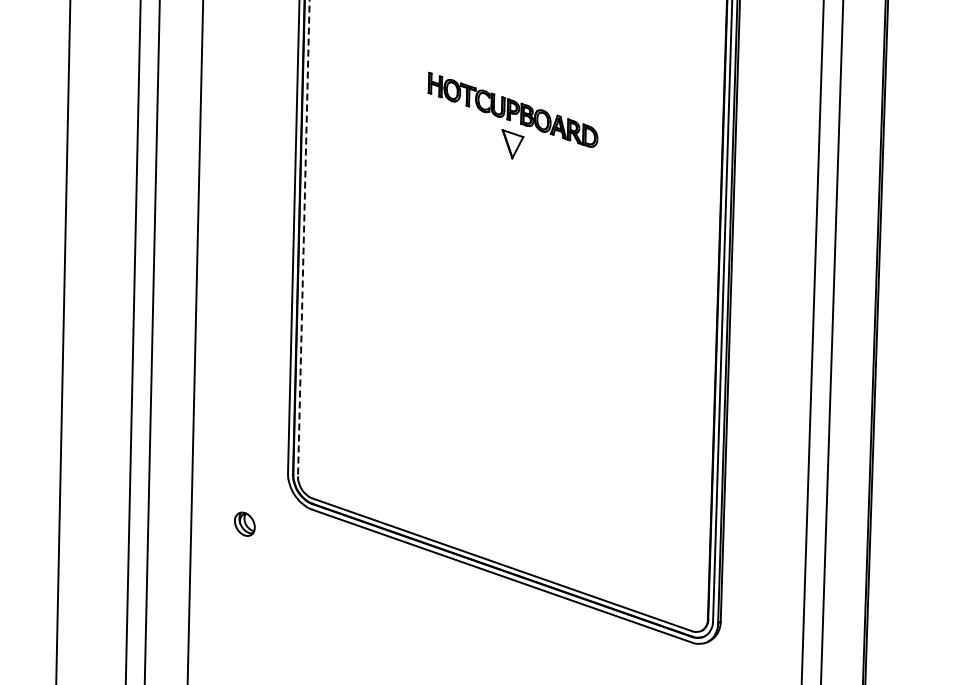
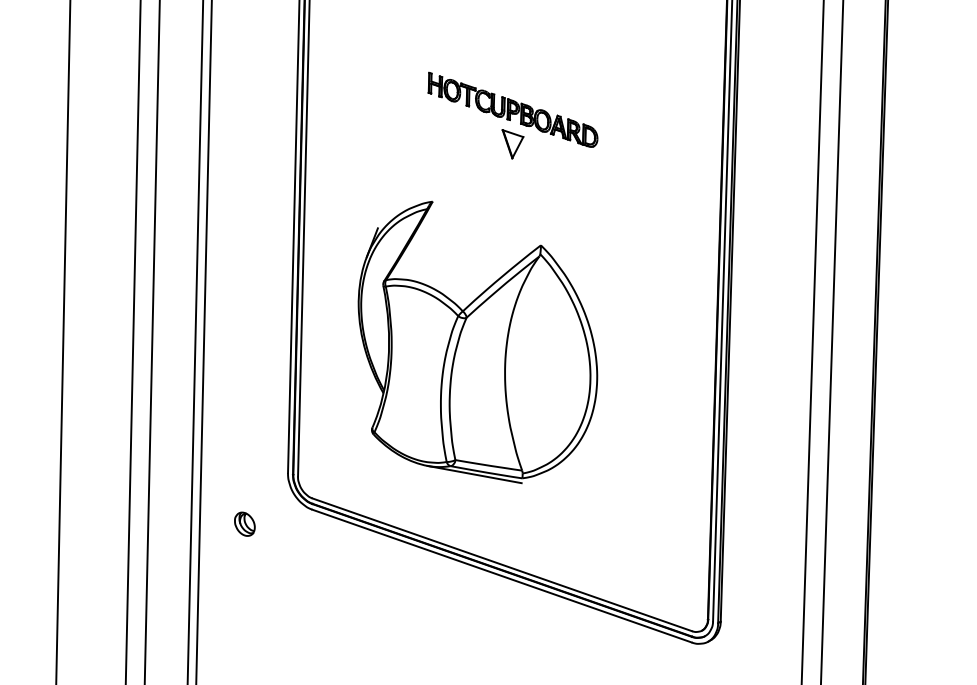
line at (303, 238): dashed -> solid
line at (203, 341): none -> present
part at (477, 342): none -> present
